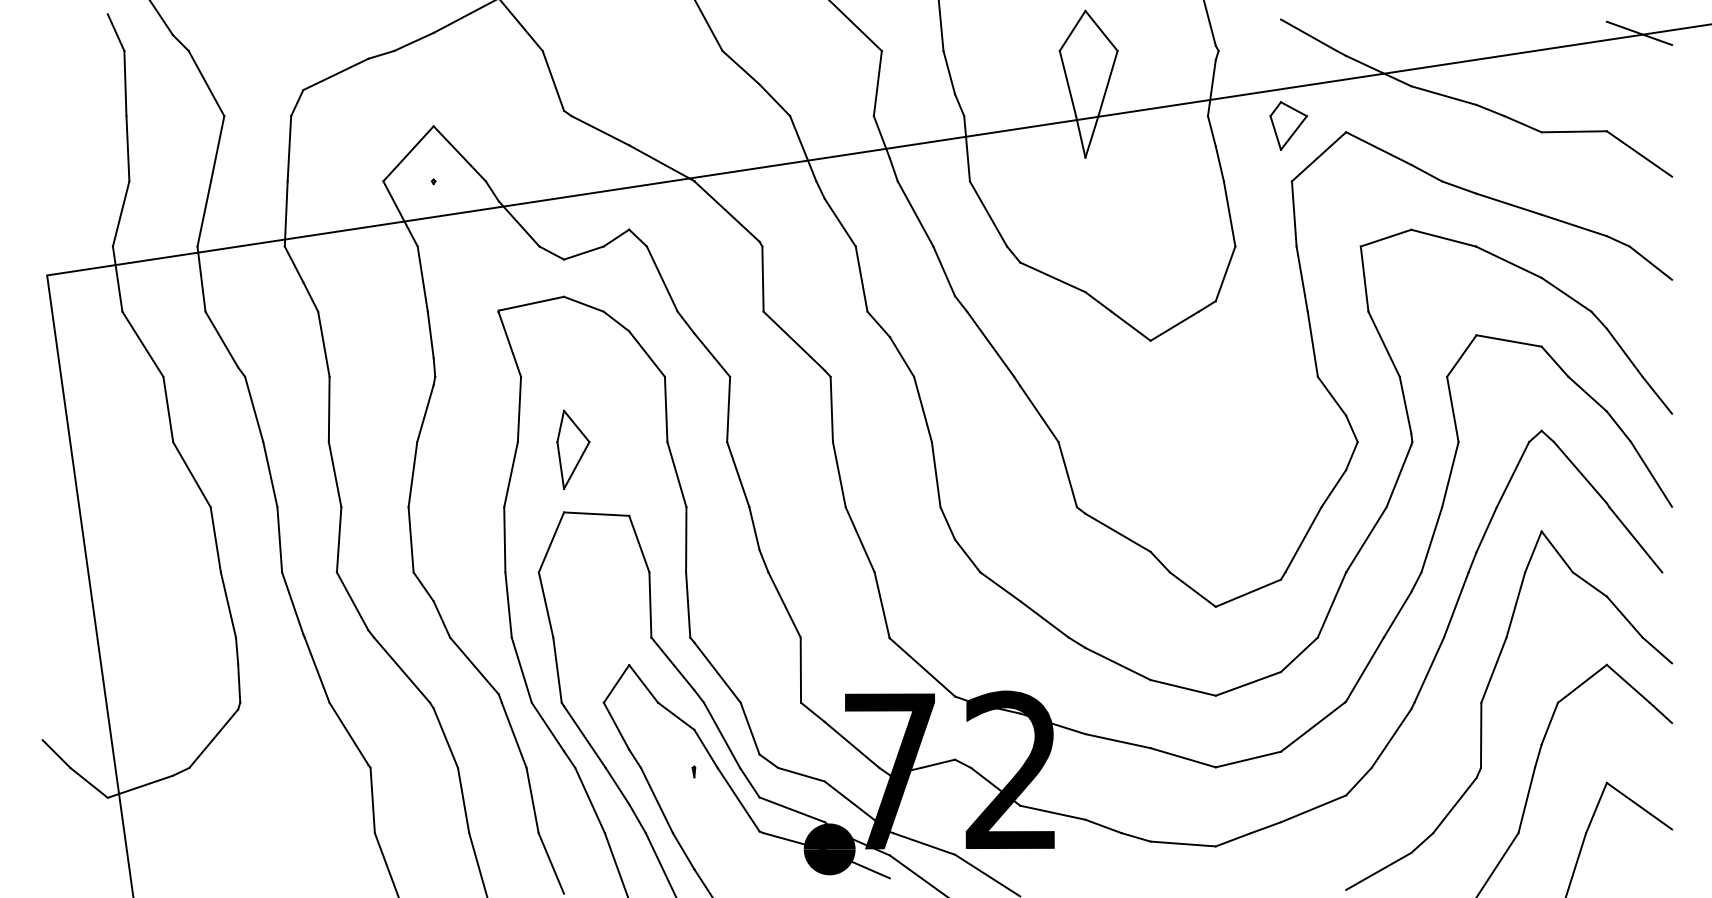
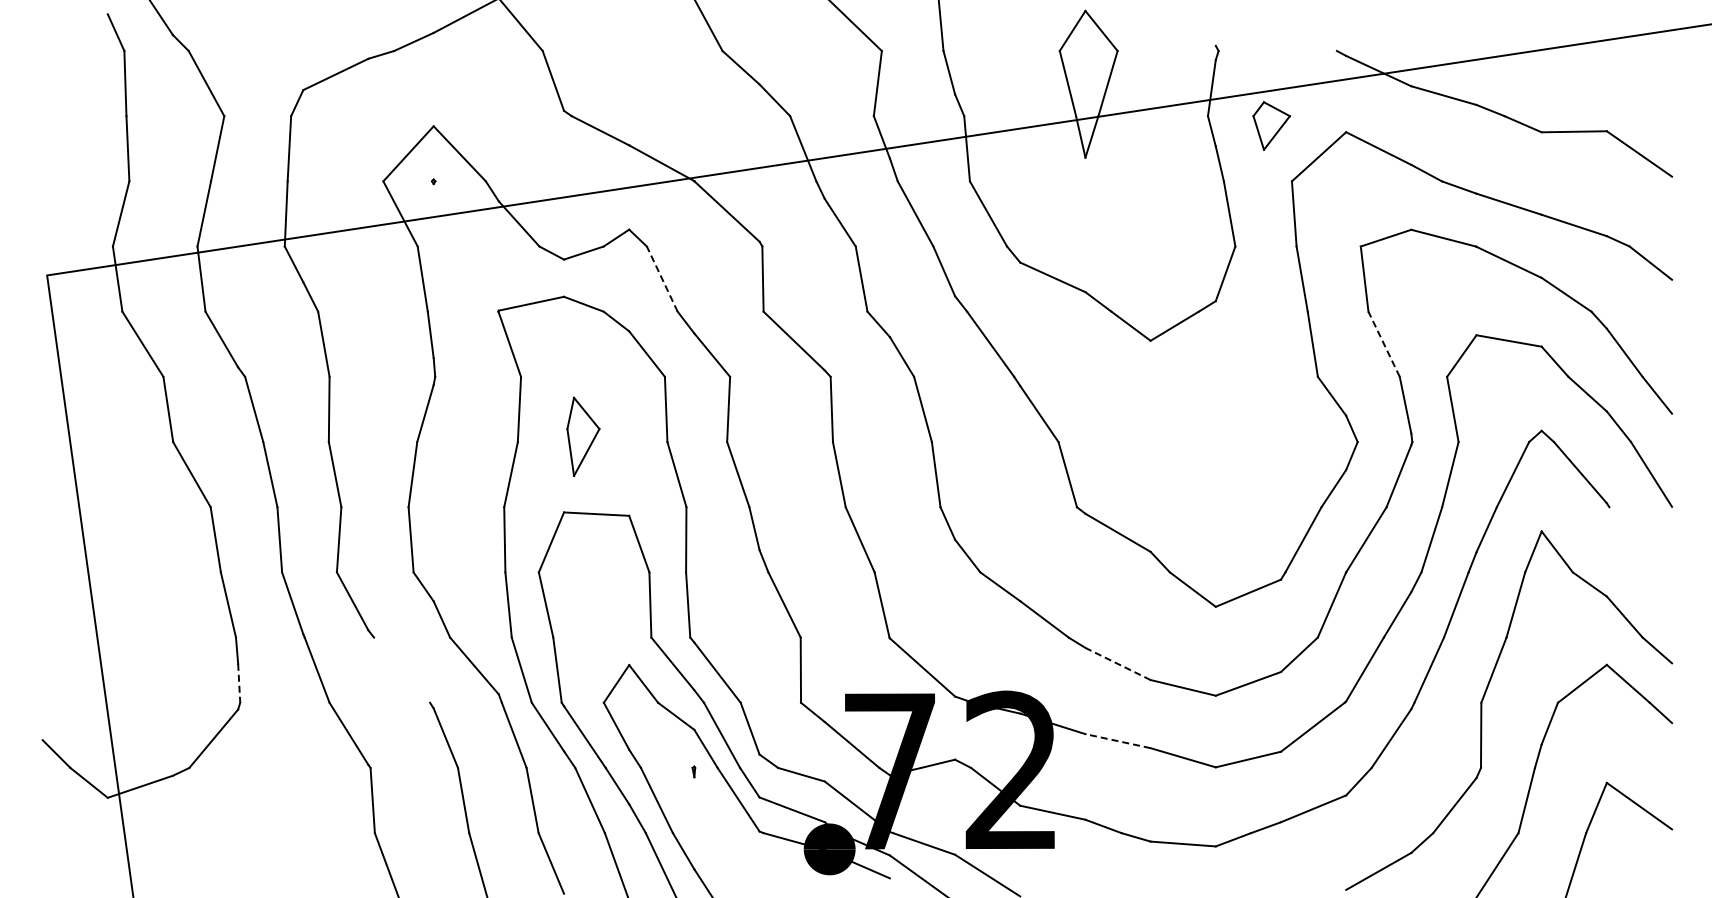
line at (1209, 23): present -> none
line at (1639, 33): present -> none
line at (1308, 35): present -> none
part at (1288, 125) position: (1288, 125) -> (1271, 125)
line at (662, 278): solid -> dashed
line at (1383, 343): solid -> dashed
part at (573, 449) position: (573, 449) -> (583, 436)
line at (1635, 539): present -> none
line at (1117, 663): solid -> dashed
line at (402, 669): present -> none
line at (239, 683): solid -> dashed
line at (1117, 741): solid -> dashed
